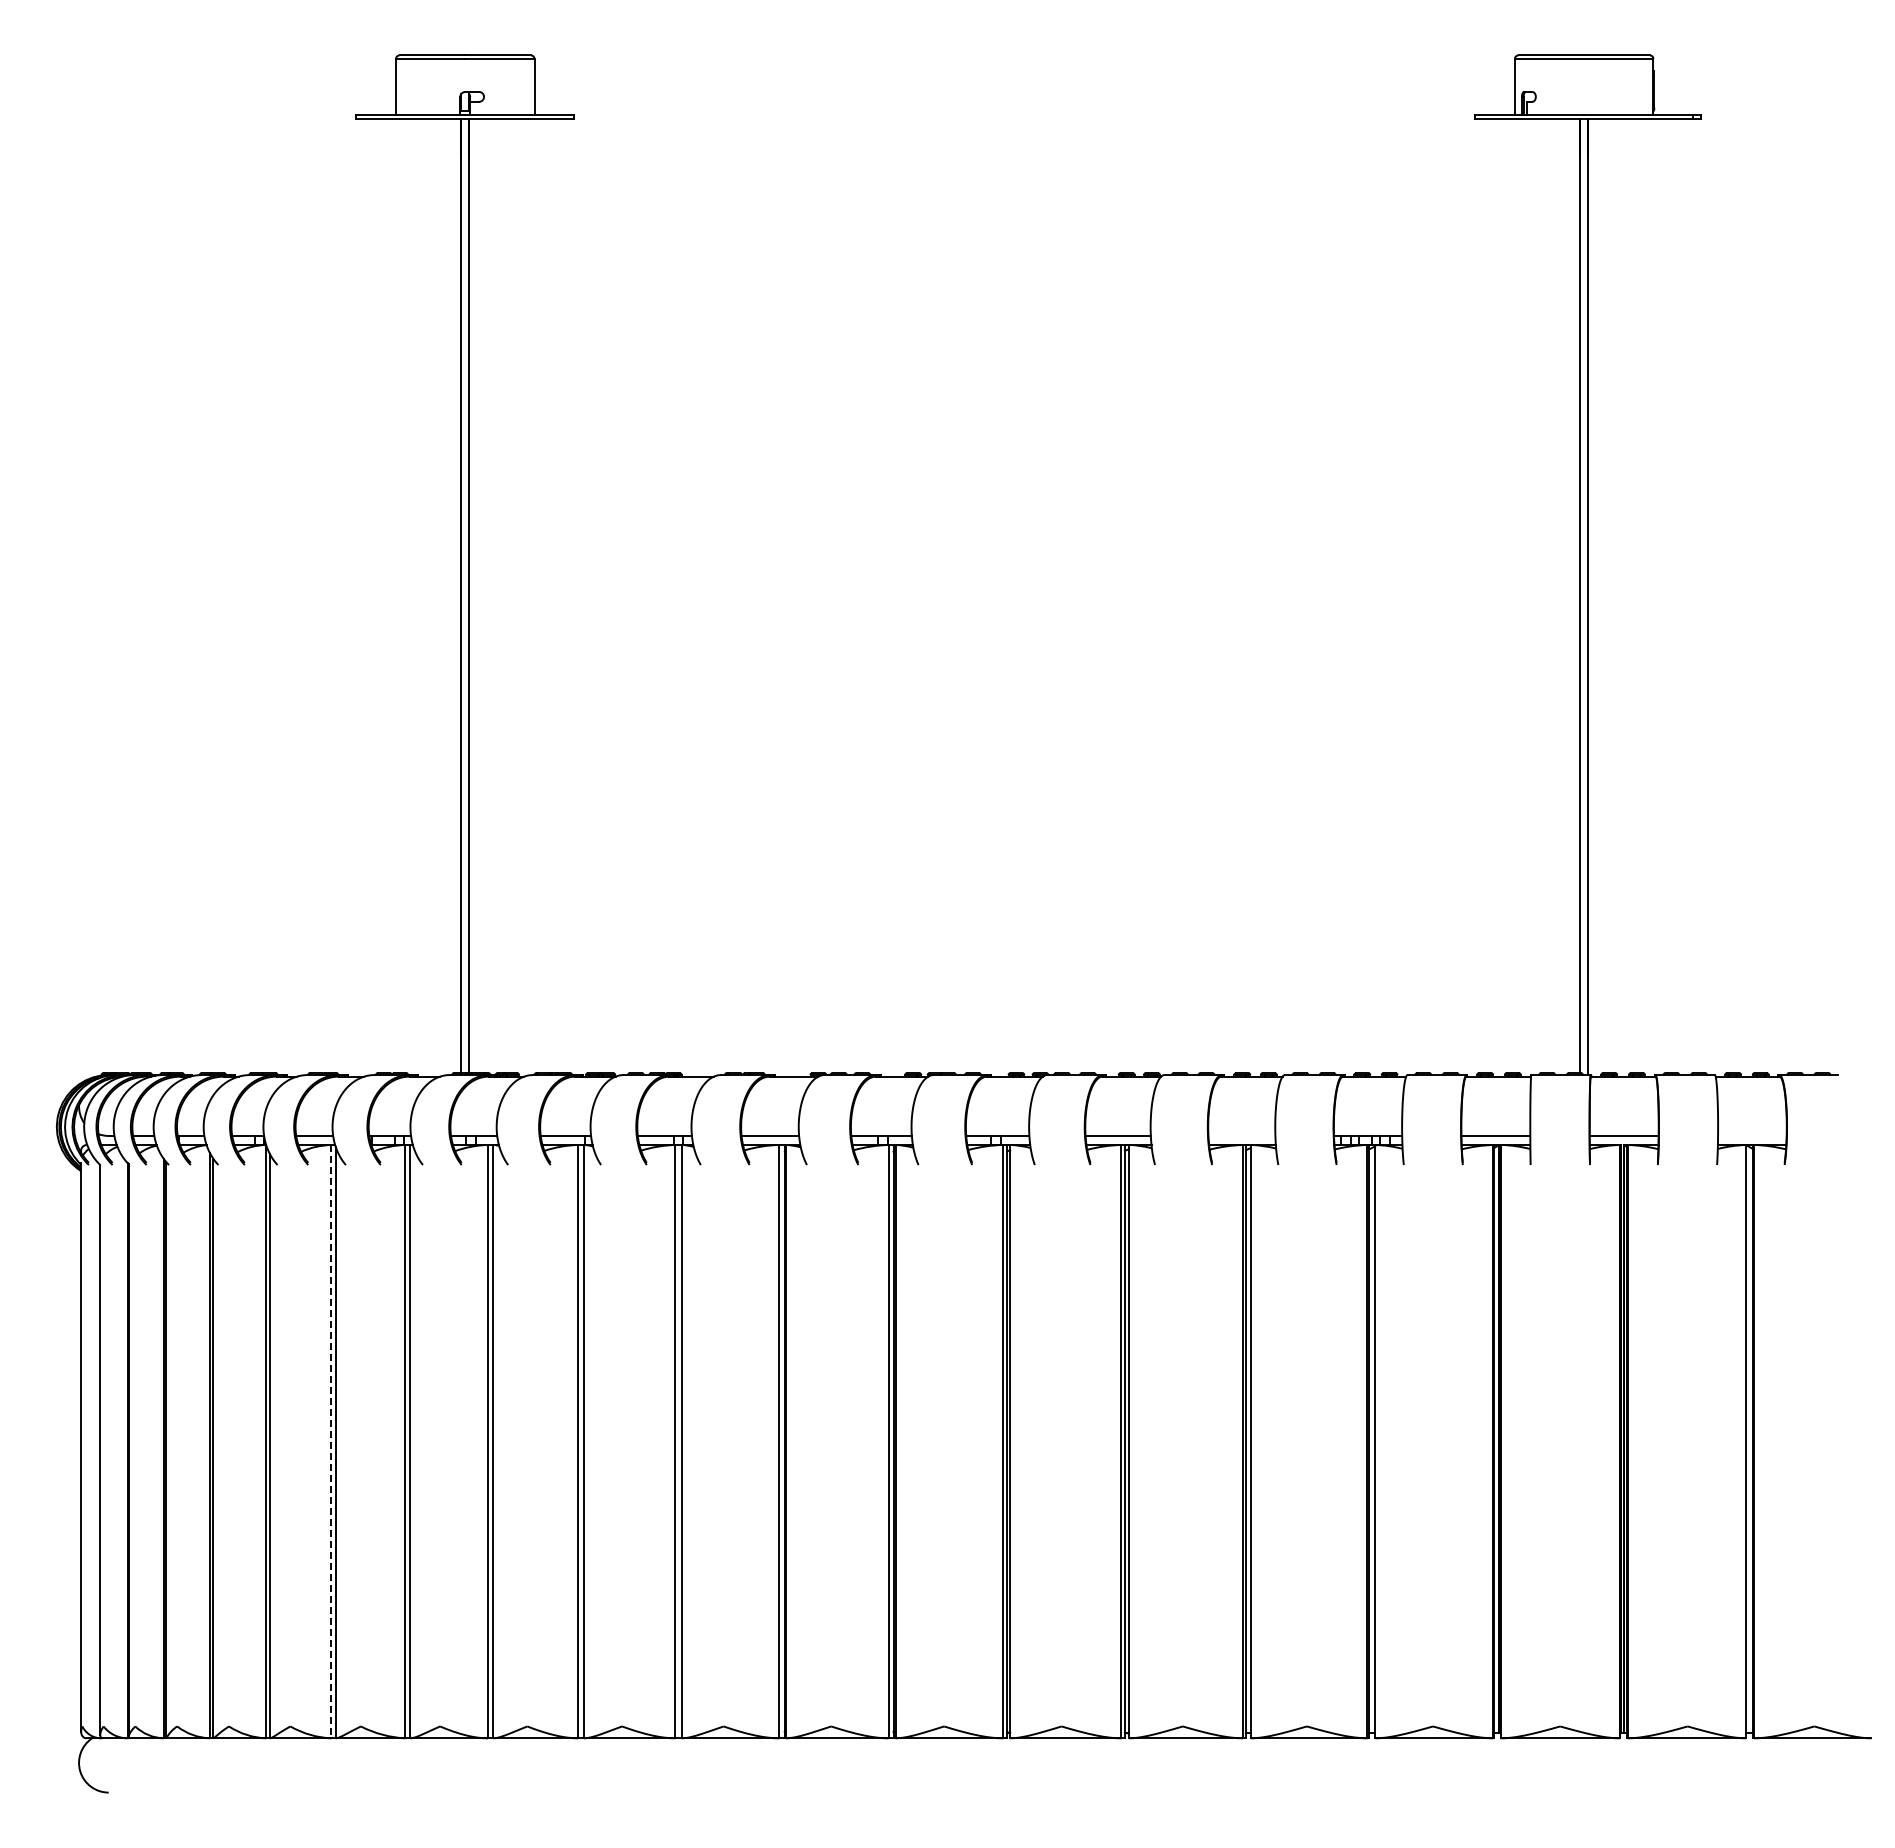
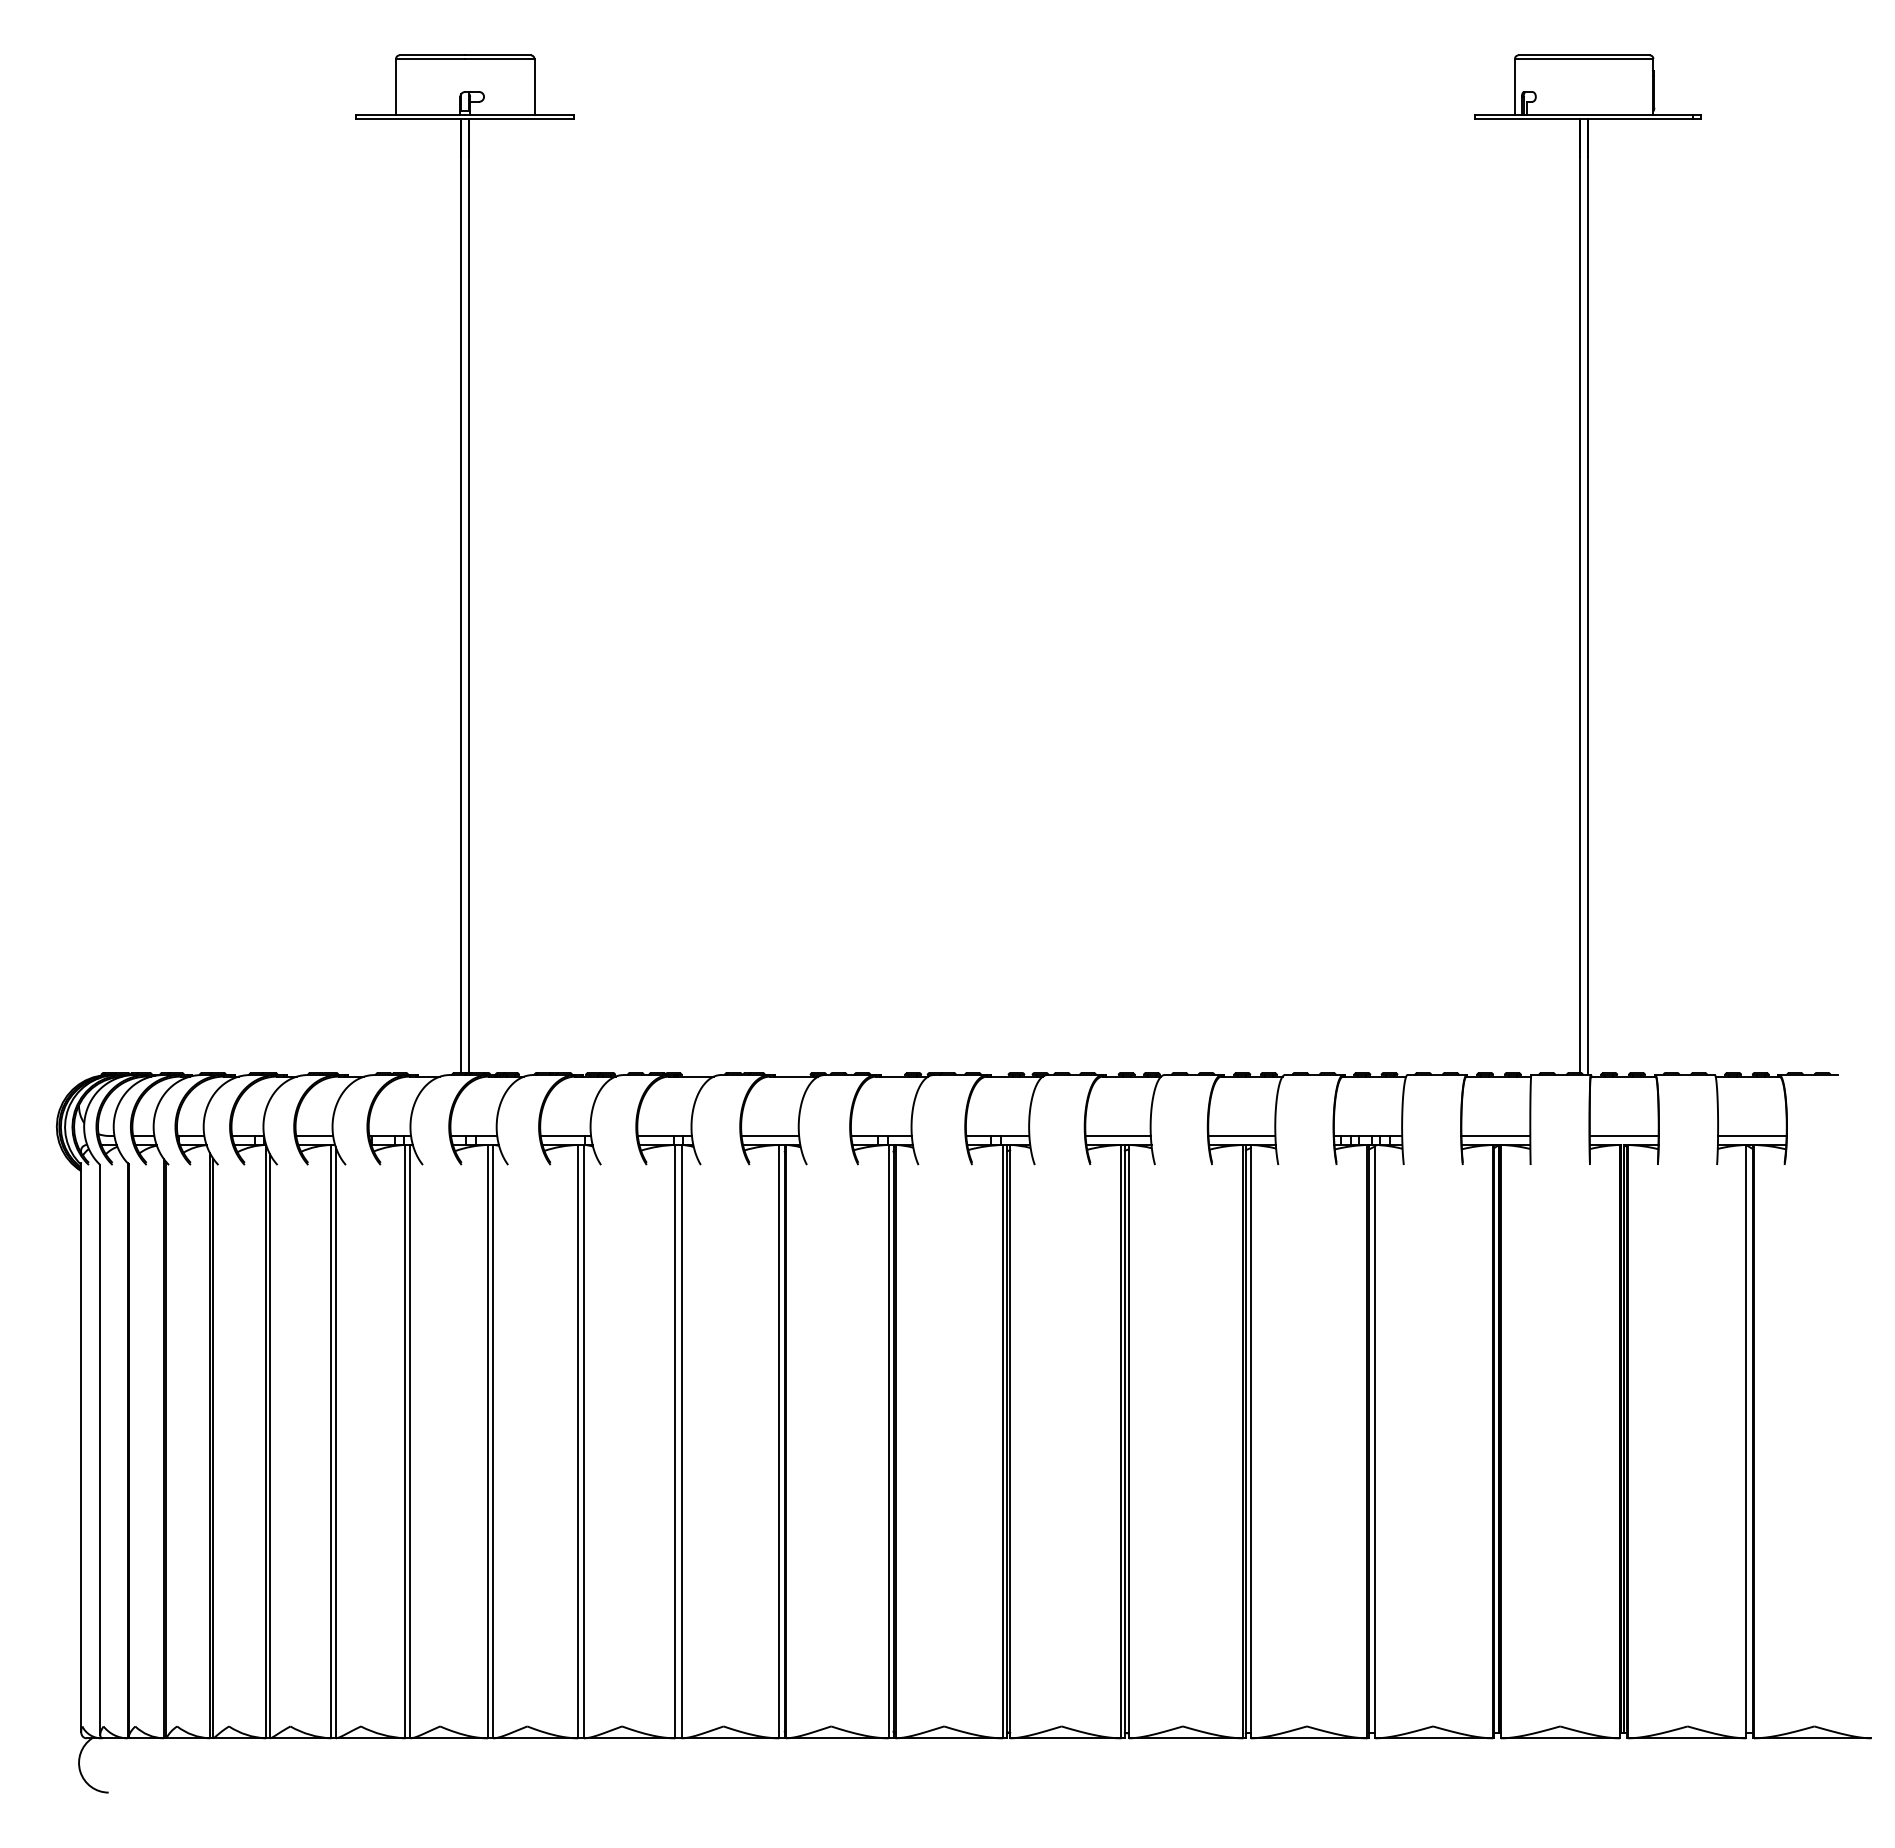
line at (1241, 1135): none -> present
line at (1752, 1135): none -> present
line at (331, 1441): dashed -> solid
